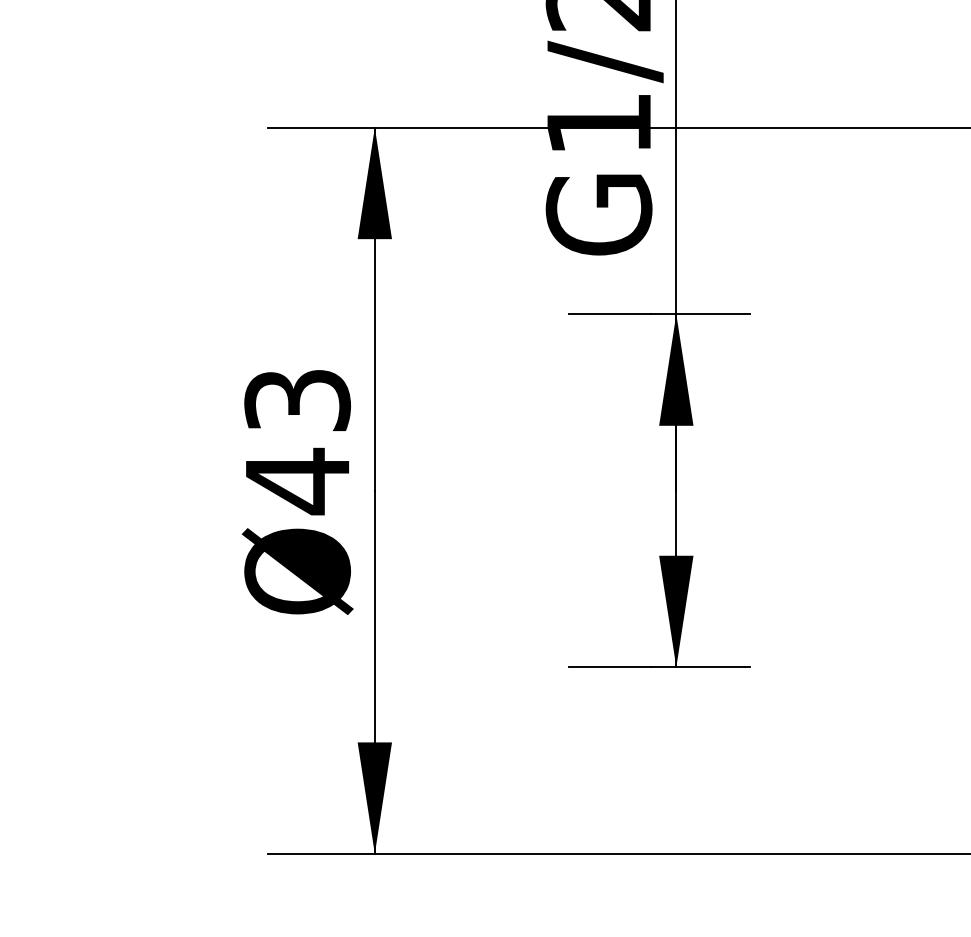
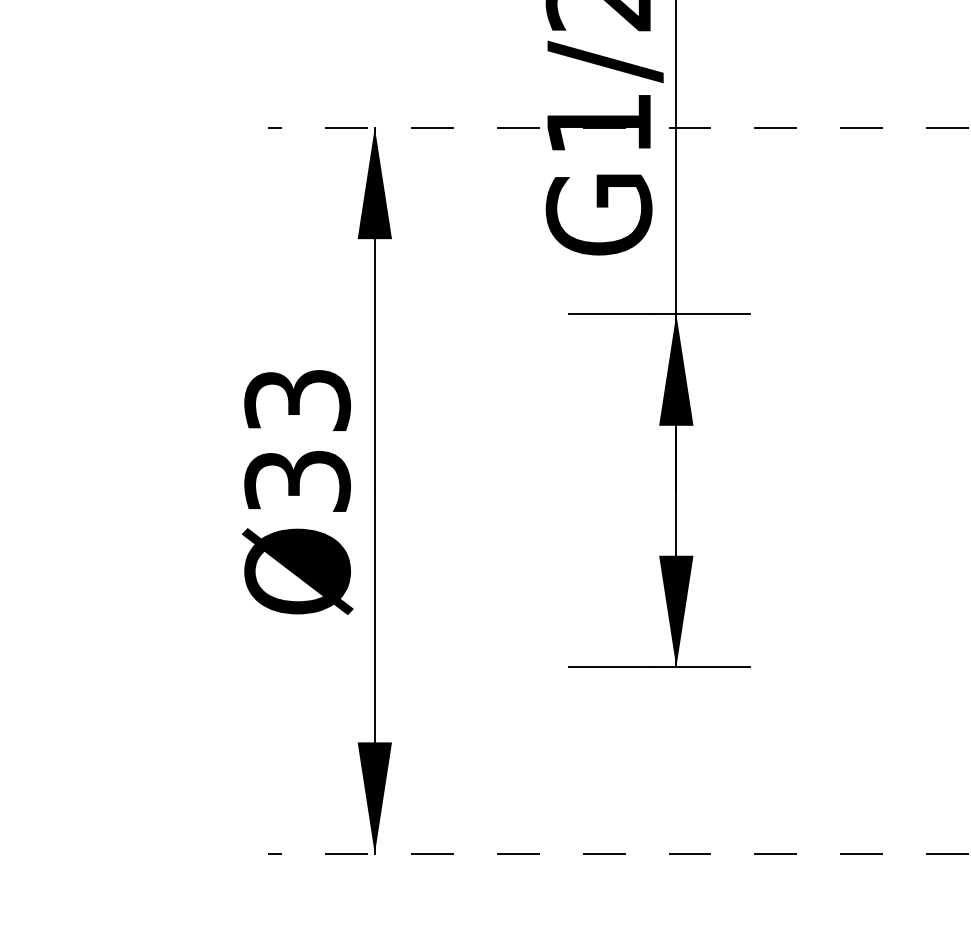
line at (618, 127): solid -> dashed
text at (297, 481): Ø43 -> Ø33
line at (618, 853): solid -> dashed
